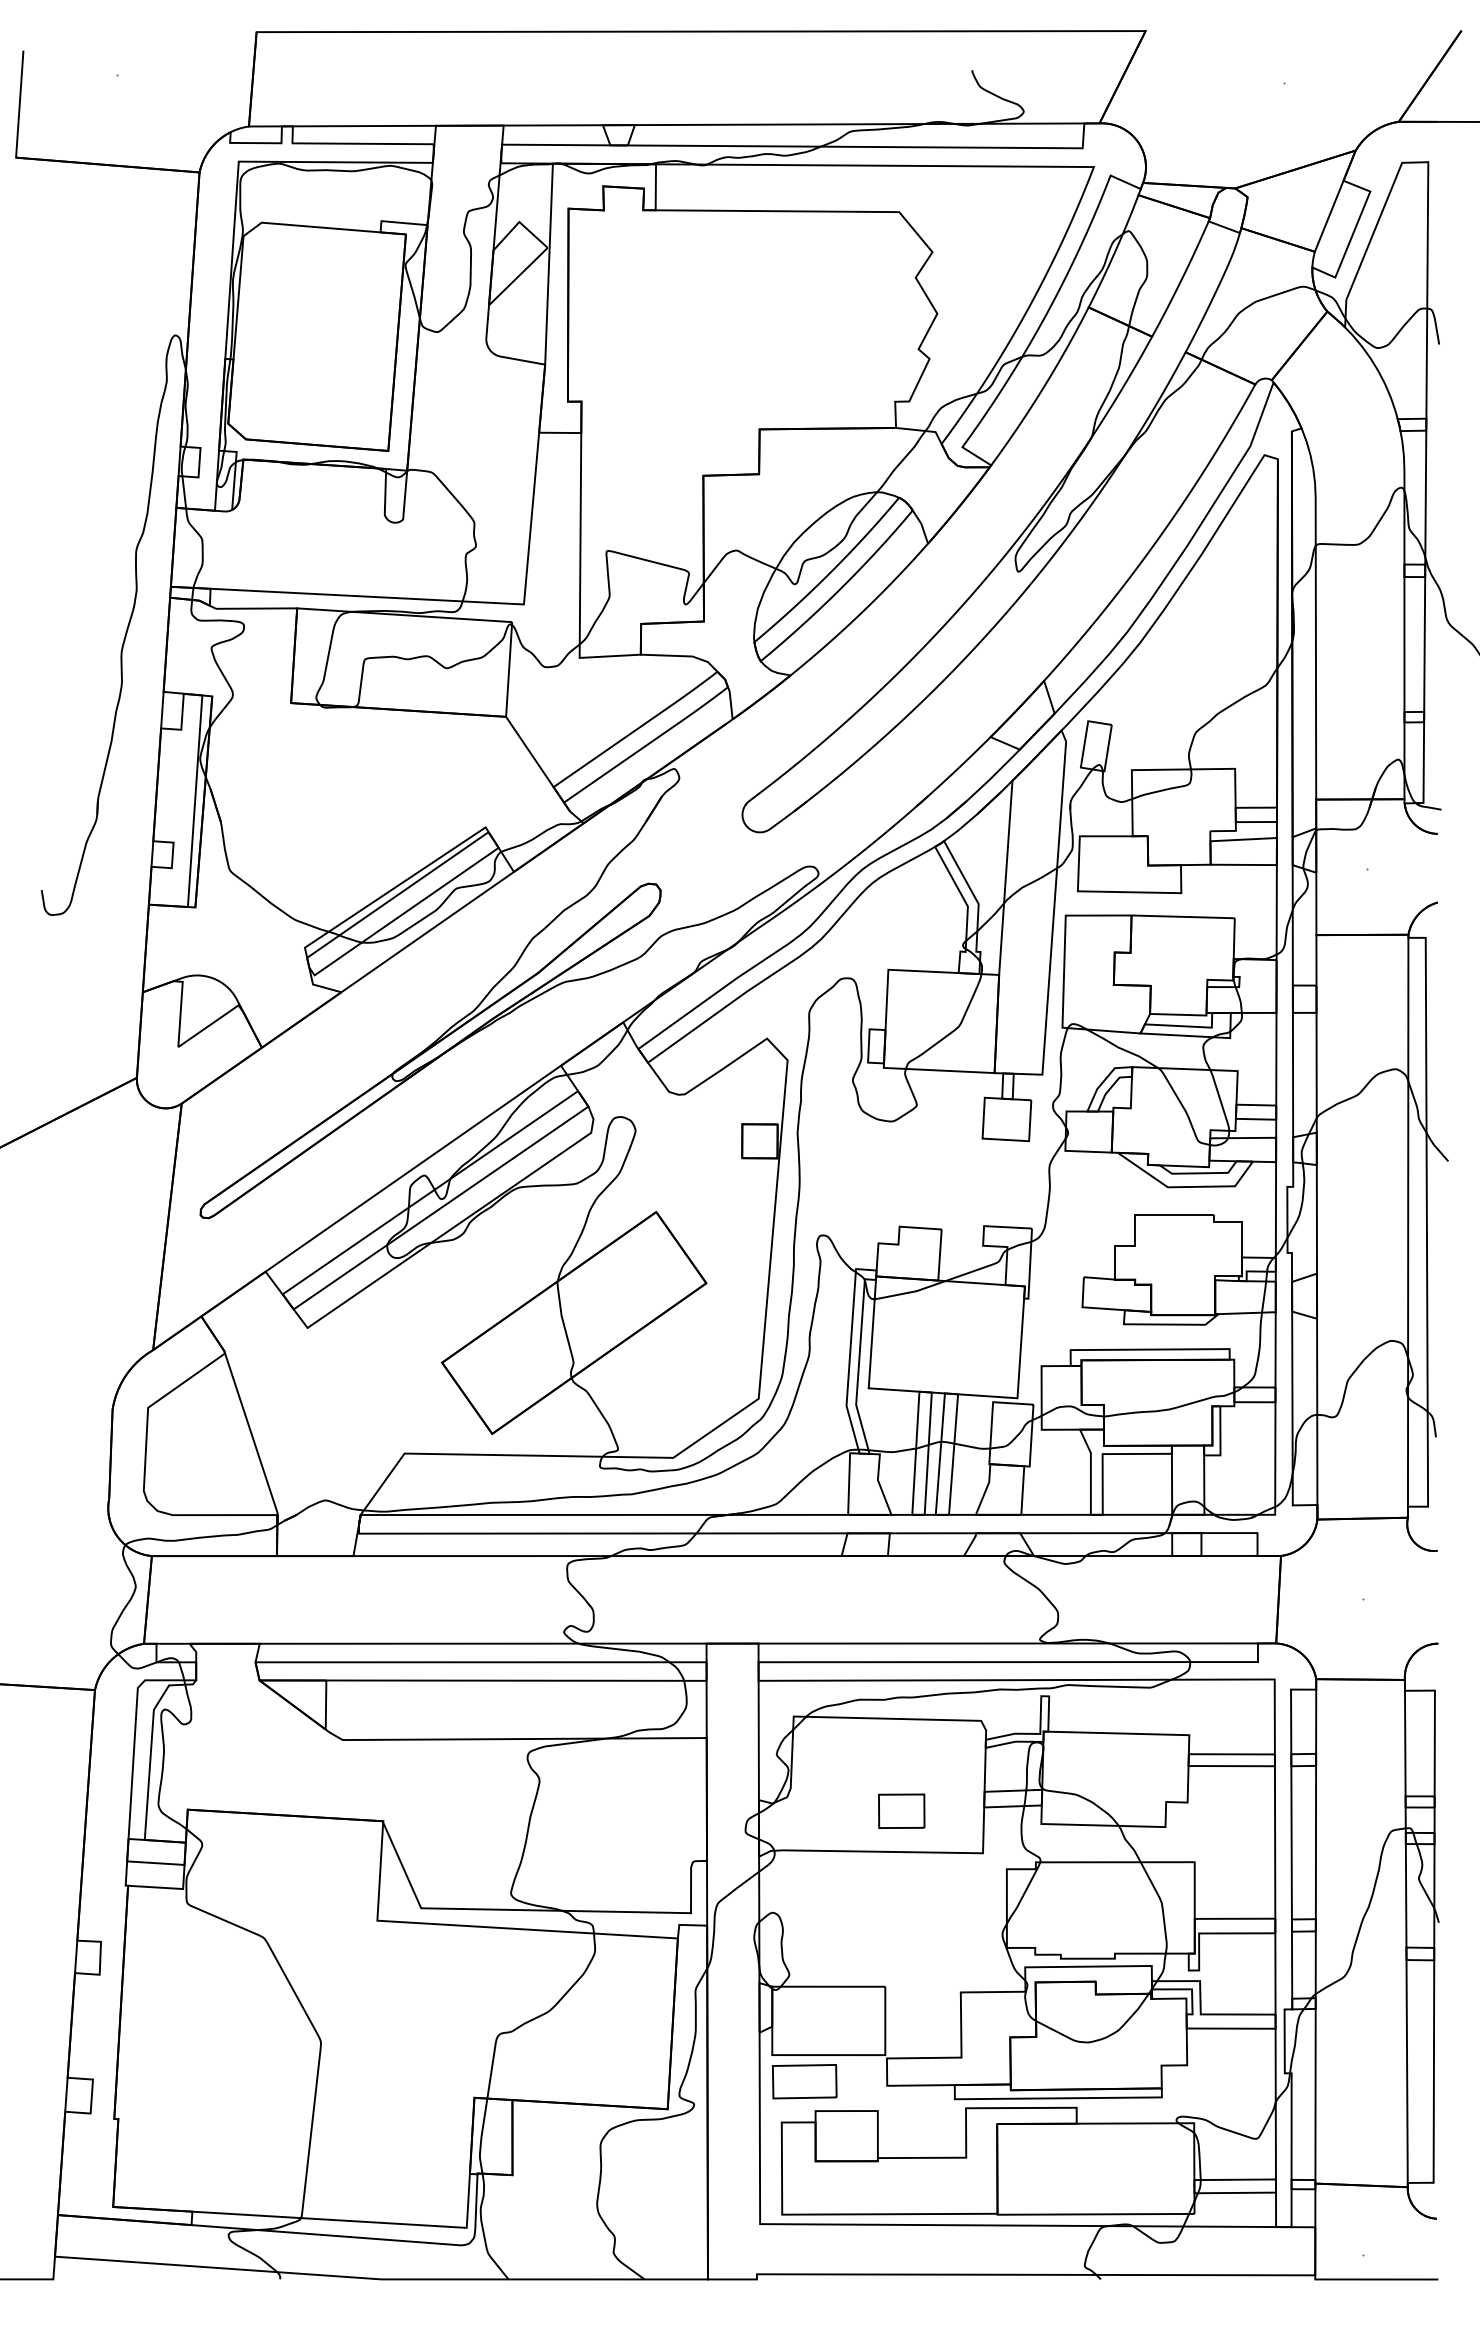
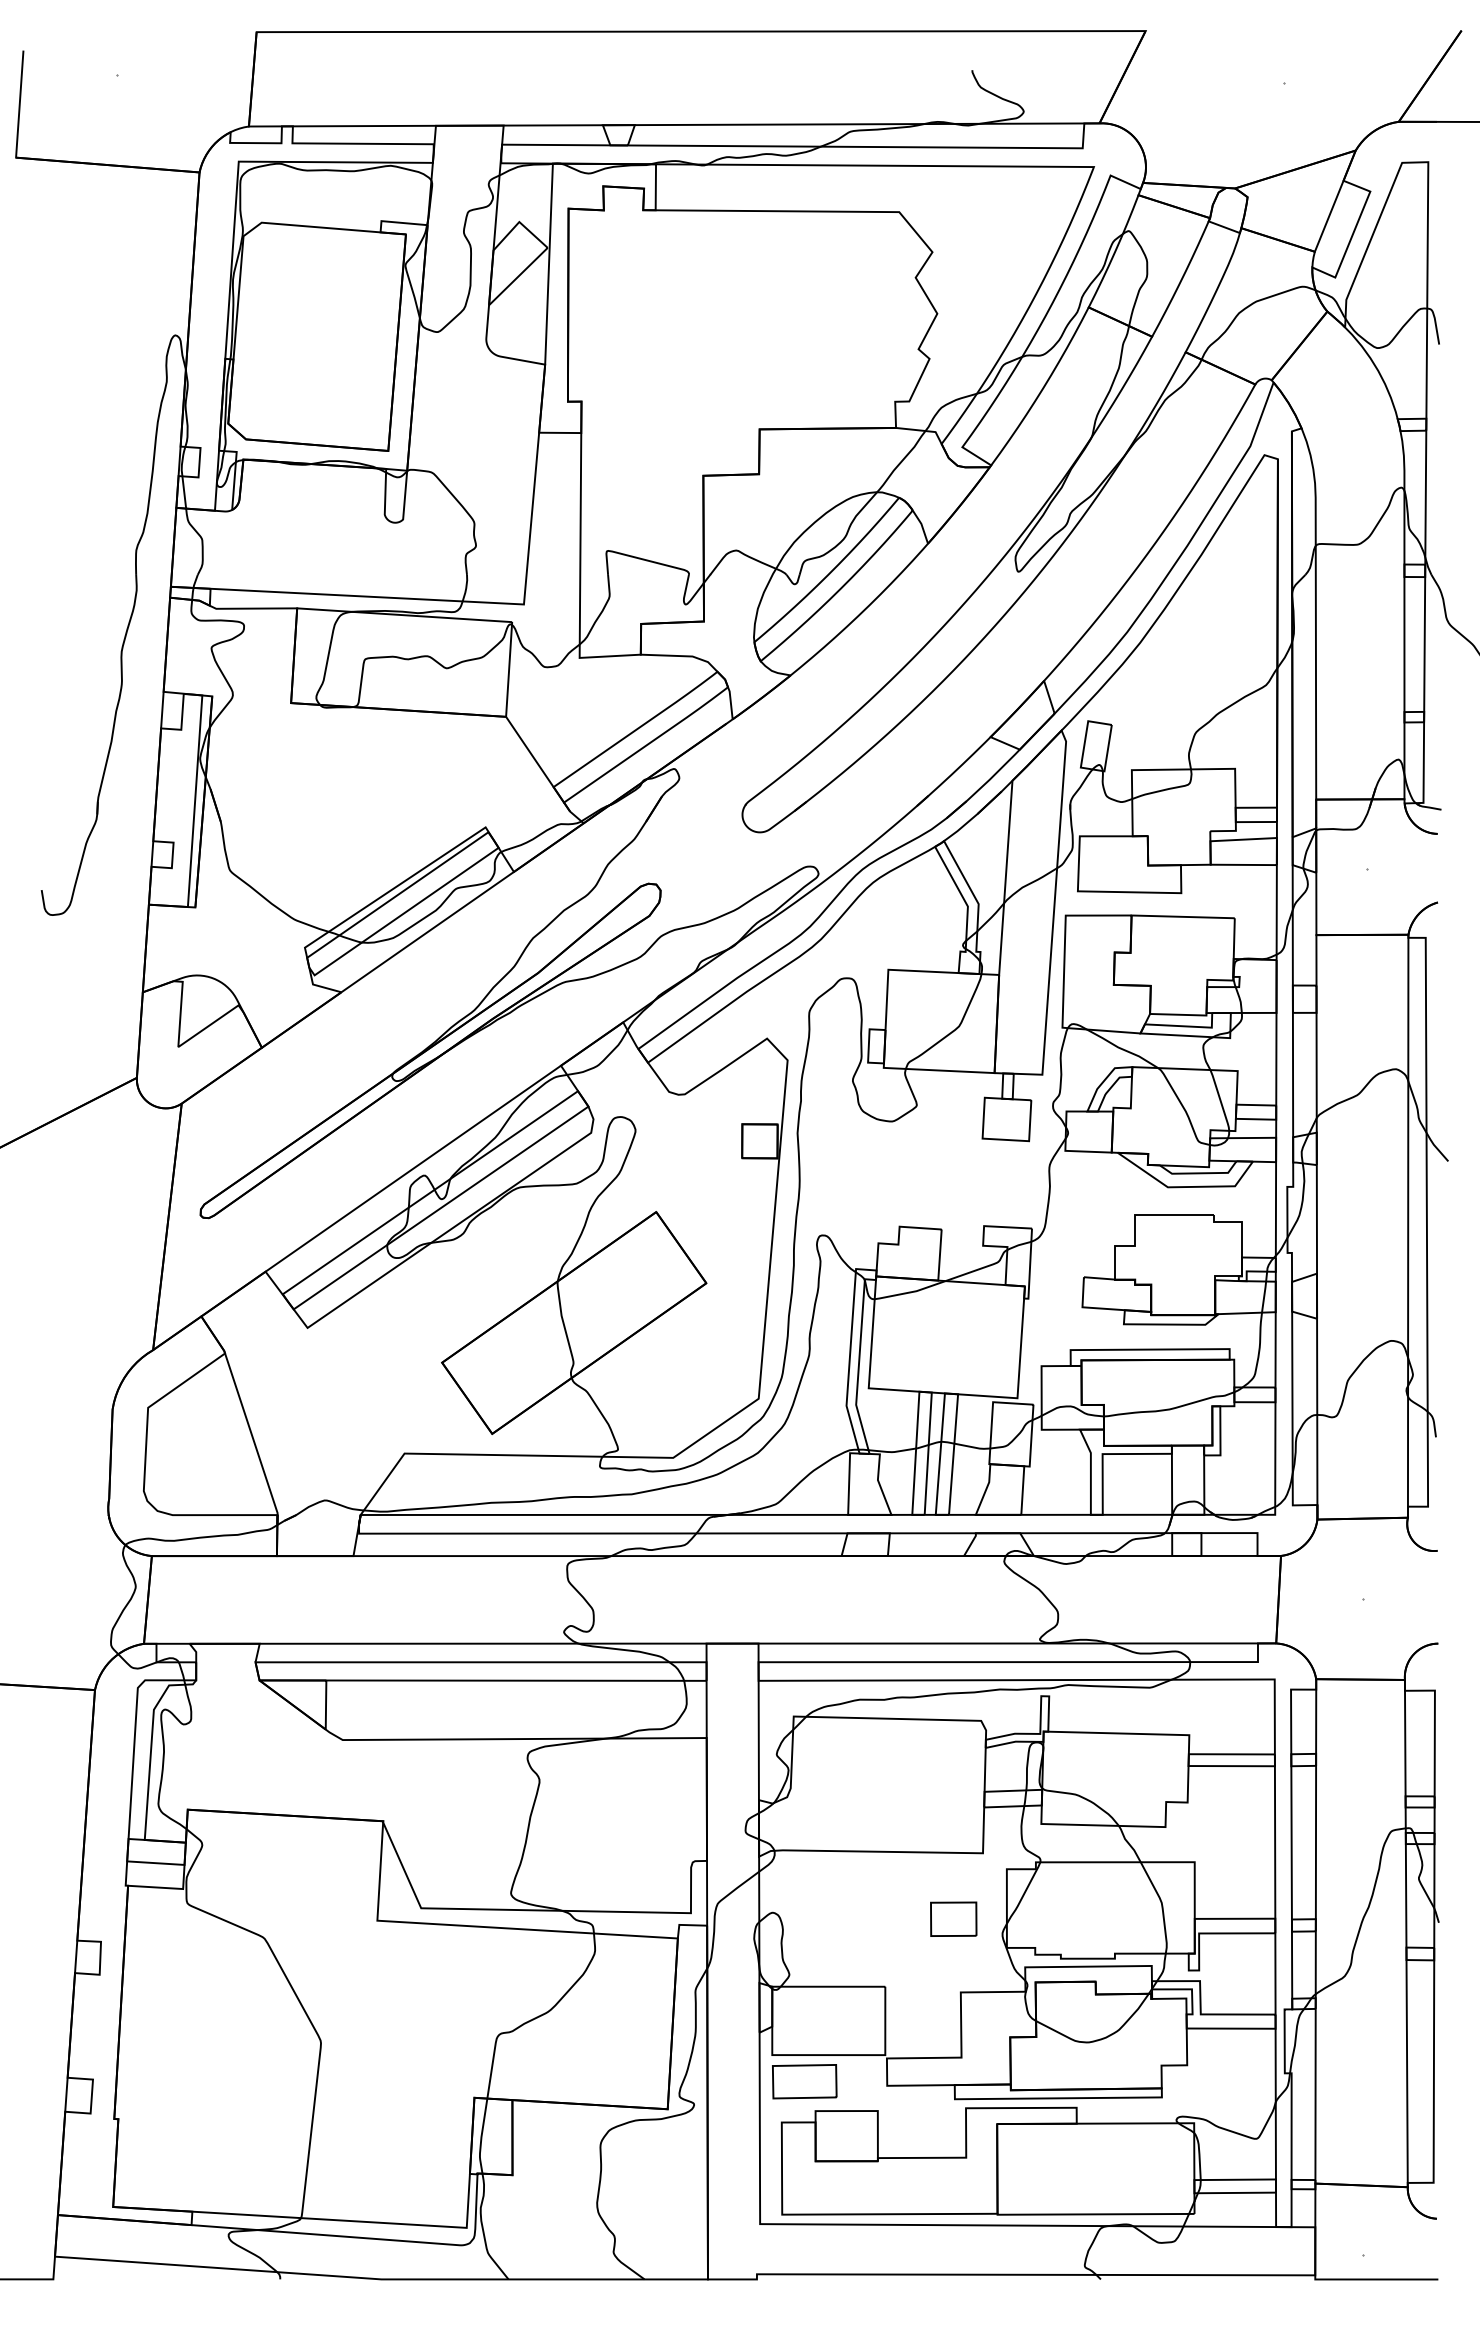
part at (901, 1810) position: (901, 1810) -> (953, 1918)
